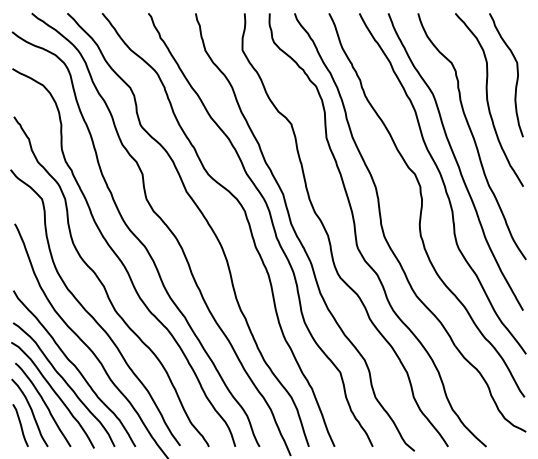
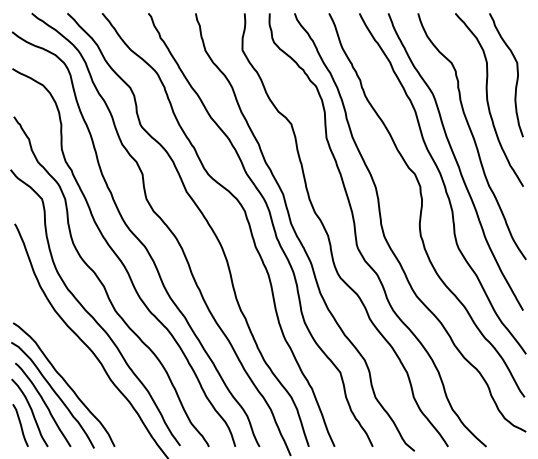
curve at (74, 367): present -> none
